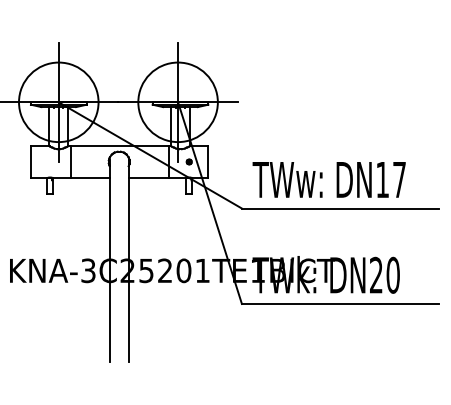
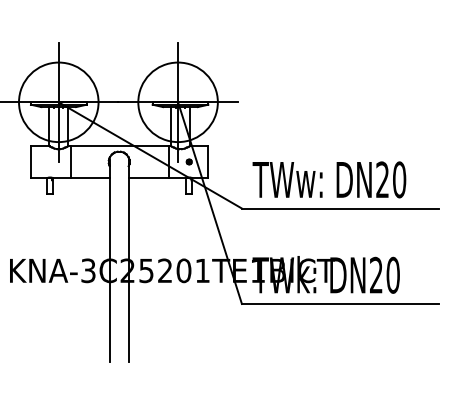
text at (391, 179): DN17 -> DN20
